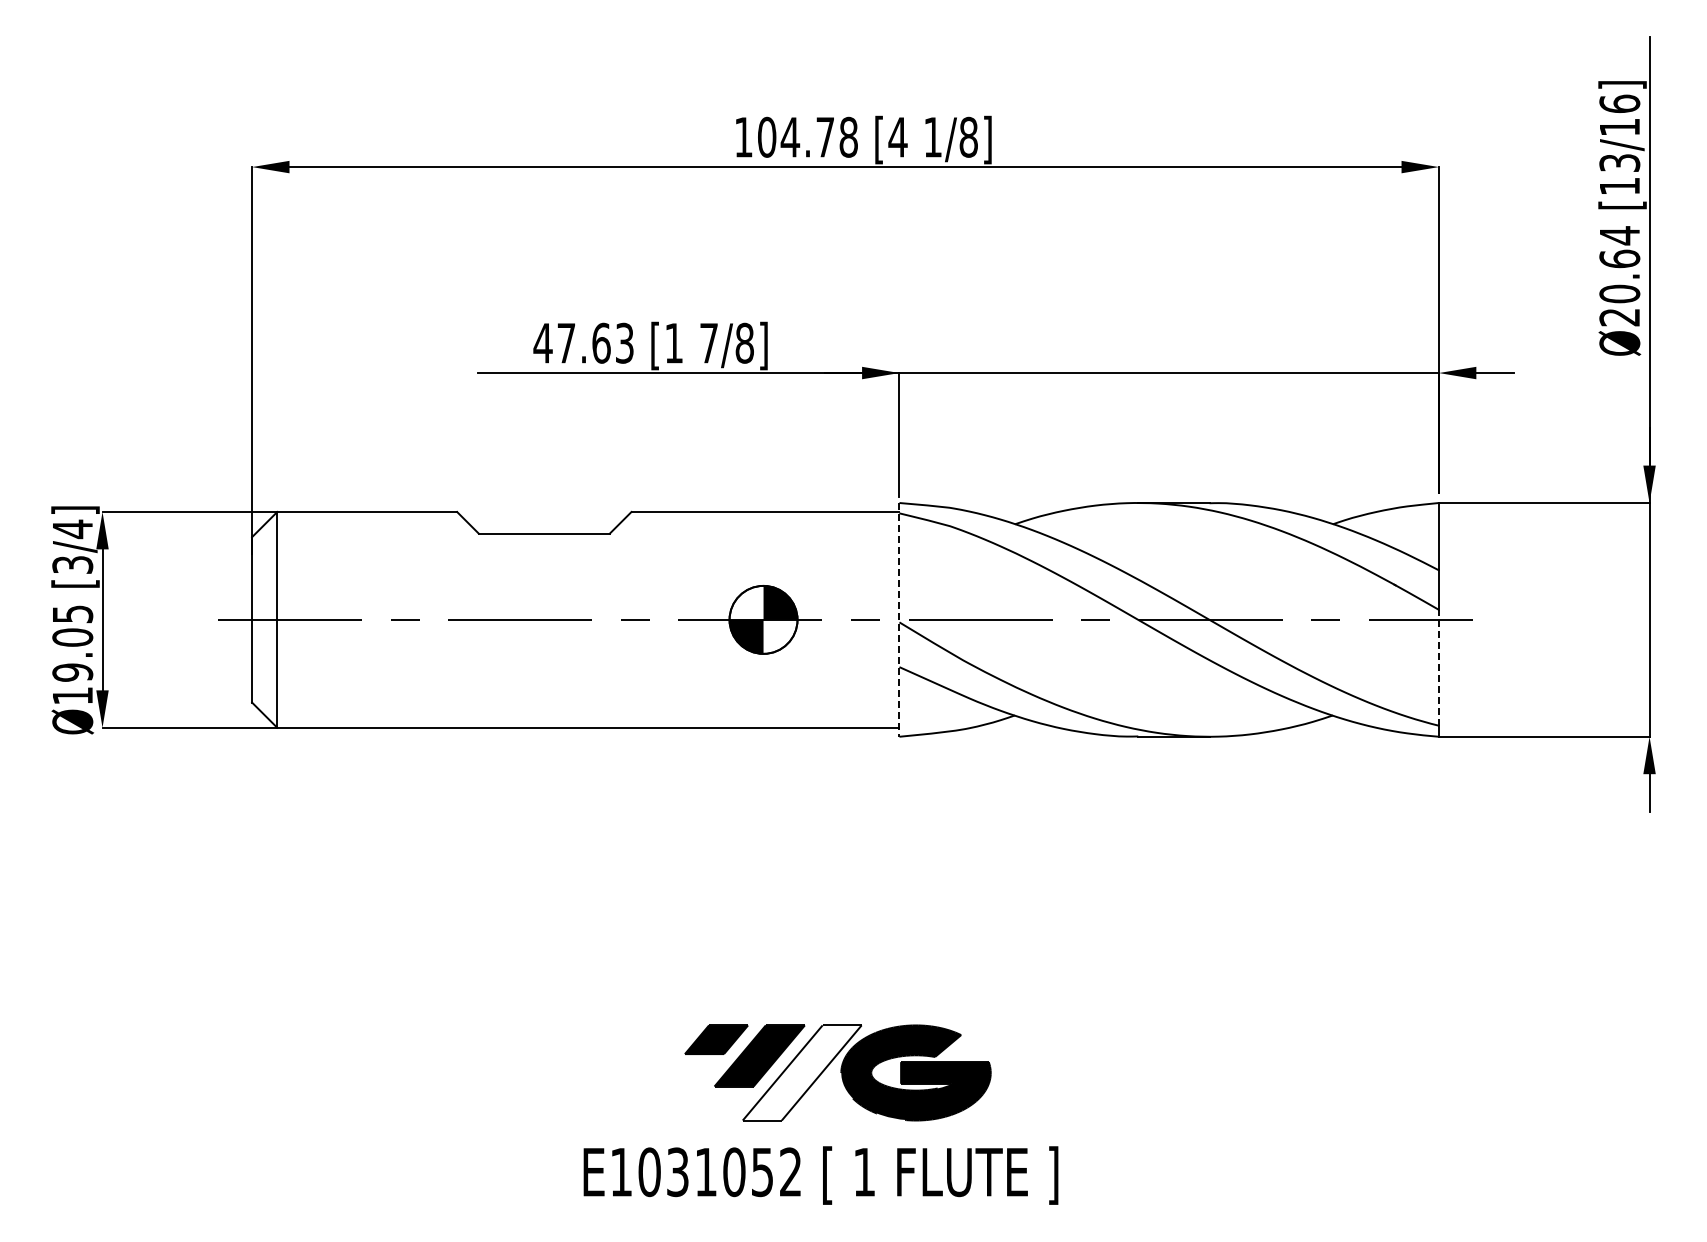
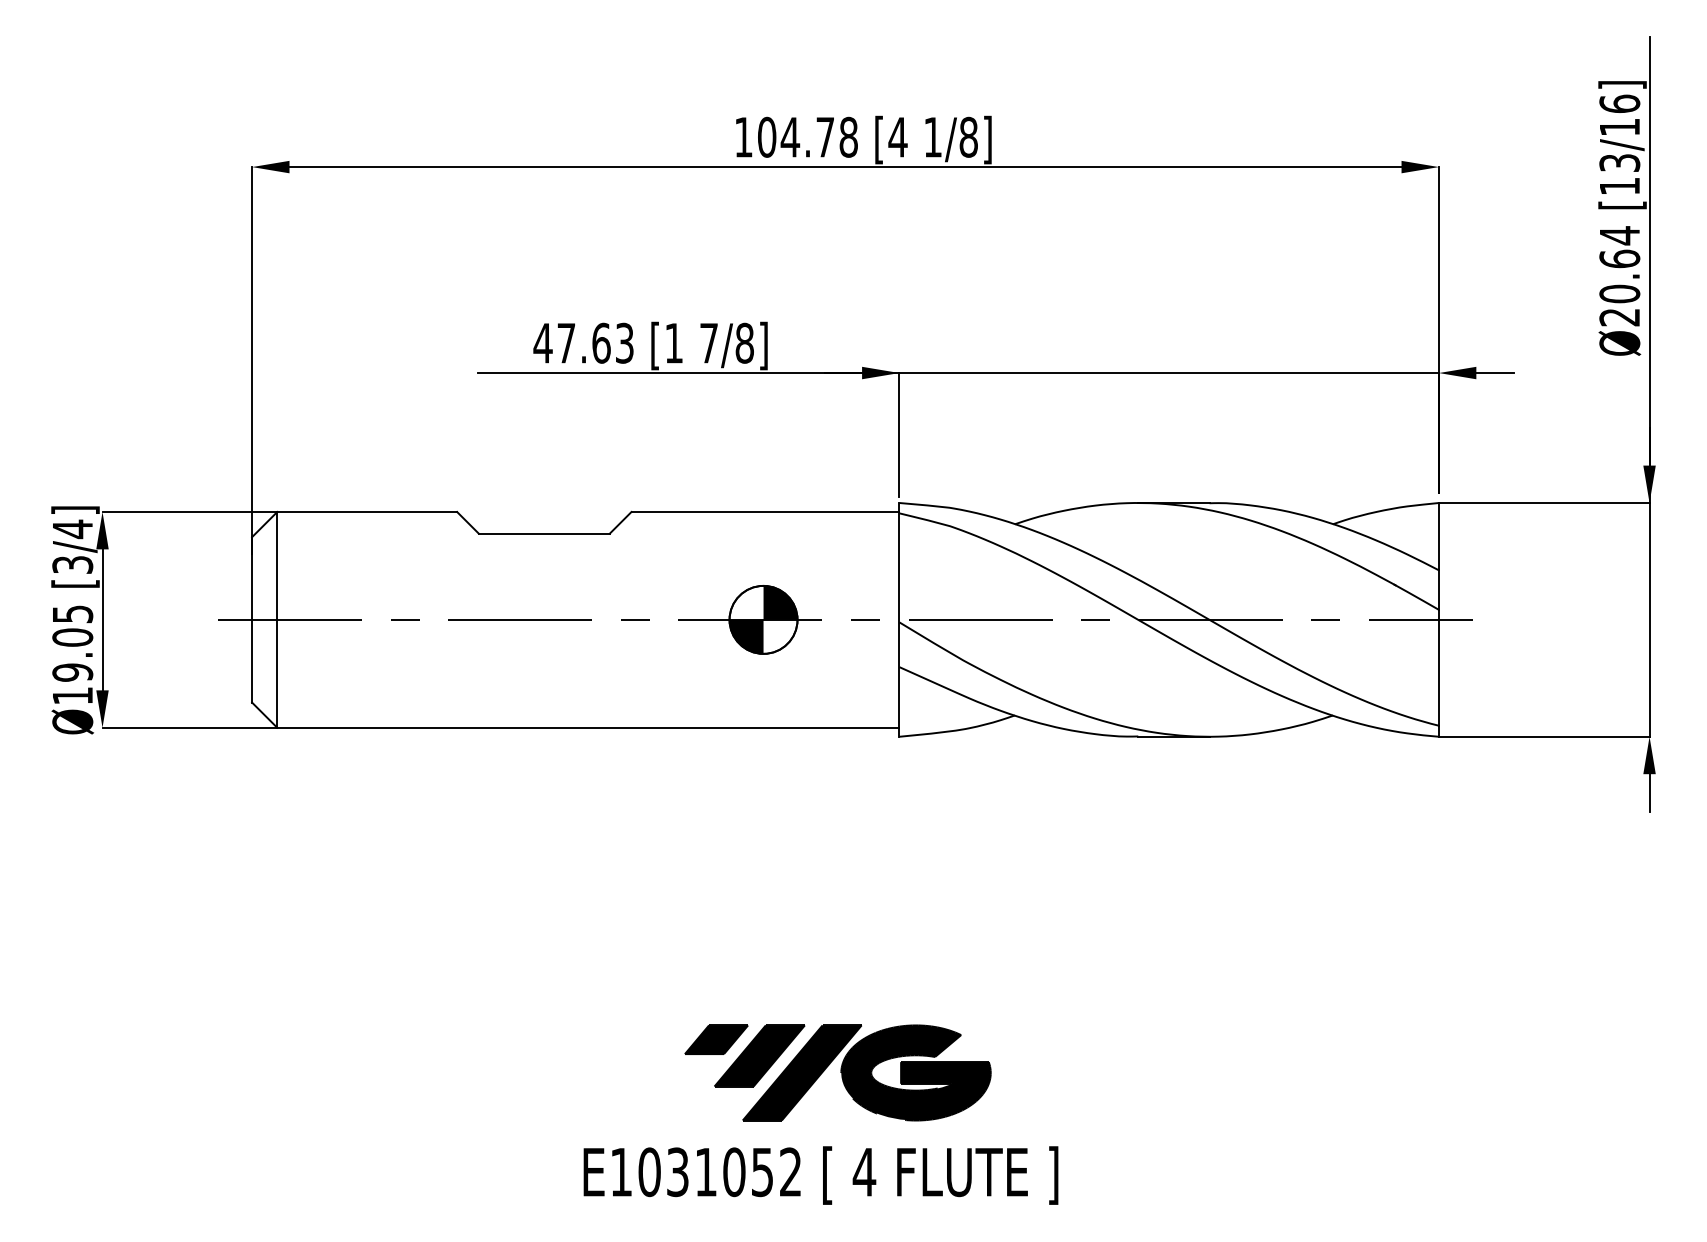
line at (899, 619): dashed -> solid
line at (1438, 667): dashed -> solid
fill at (801, 1072): none -> present
text at (864, 1172): 1 -> 4
